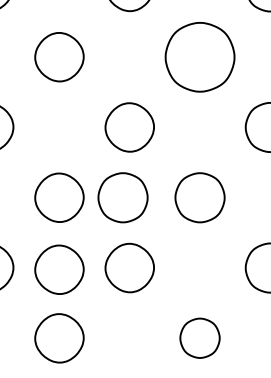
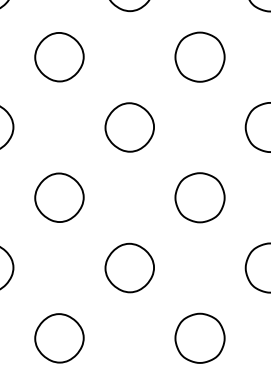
part at (199, 57) size: 72x71 px -> 52x52 px
part at (122, 197): present -> none
part at (59, 269): present -> none
part at (199, 337) size: 42x42 px -> 52x52 px
